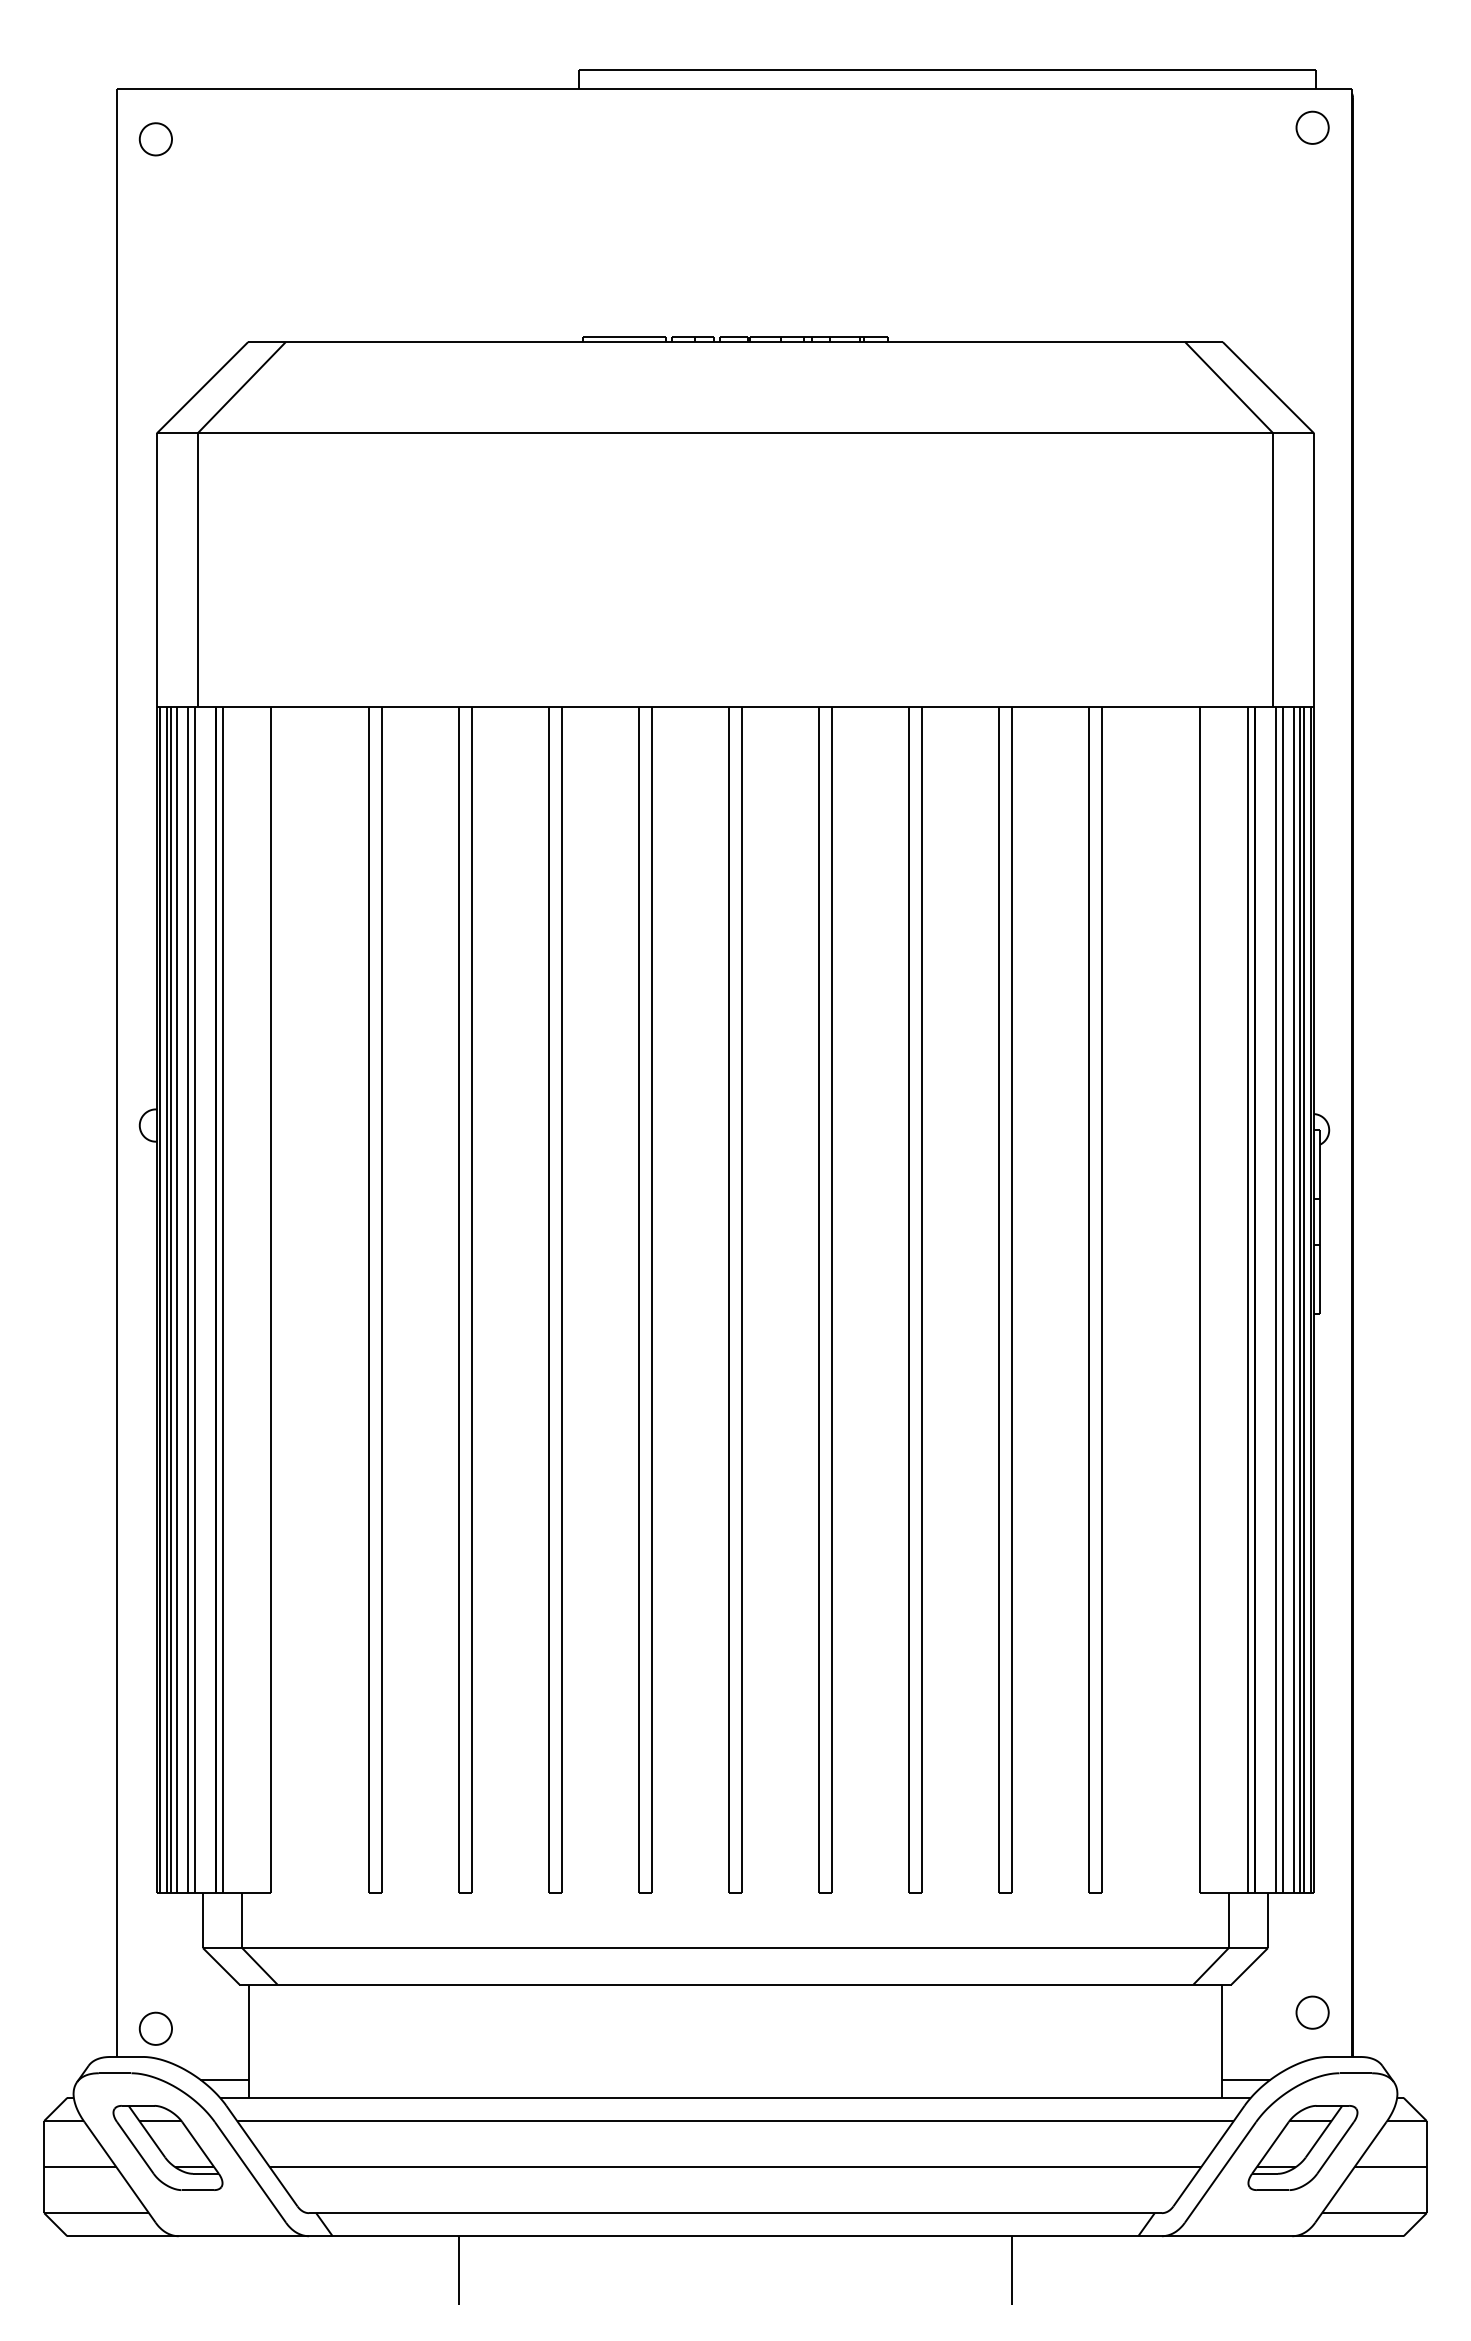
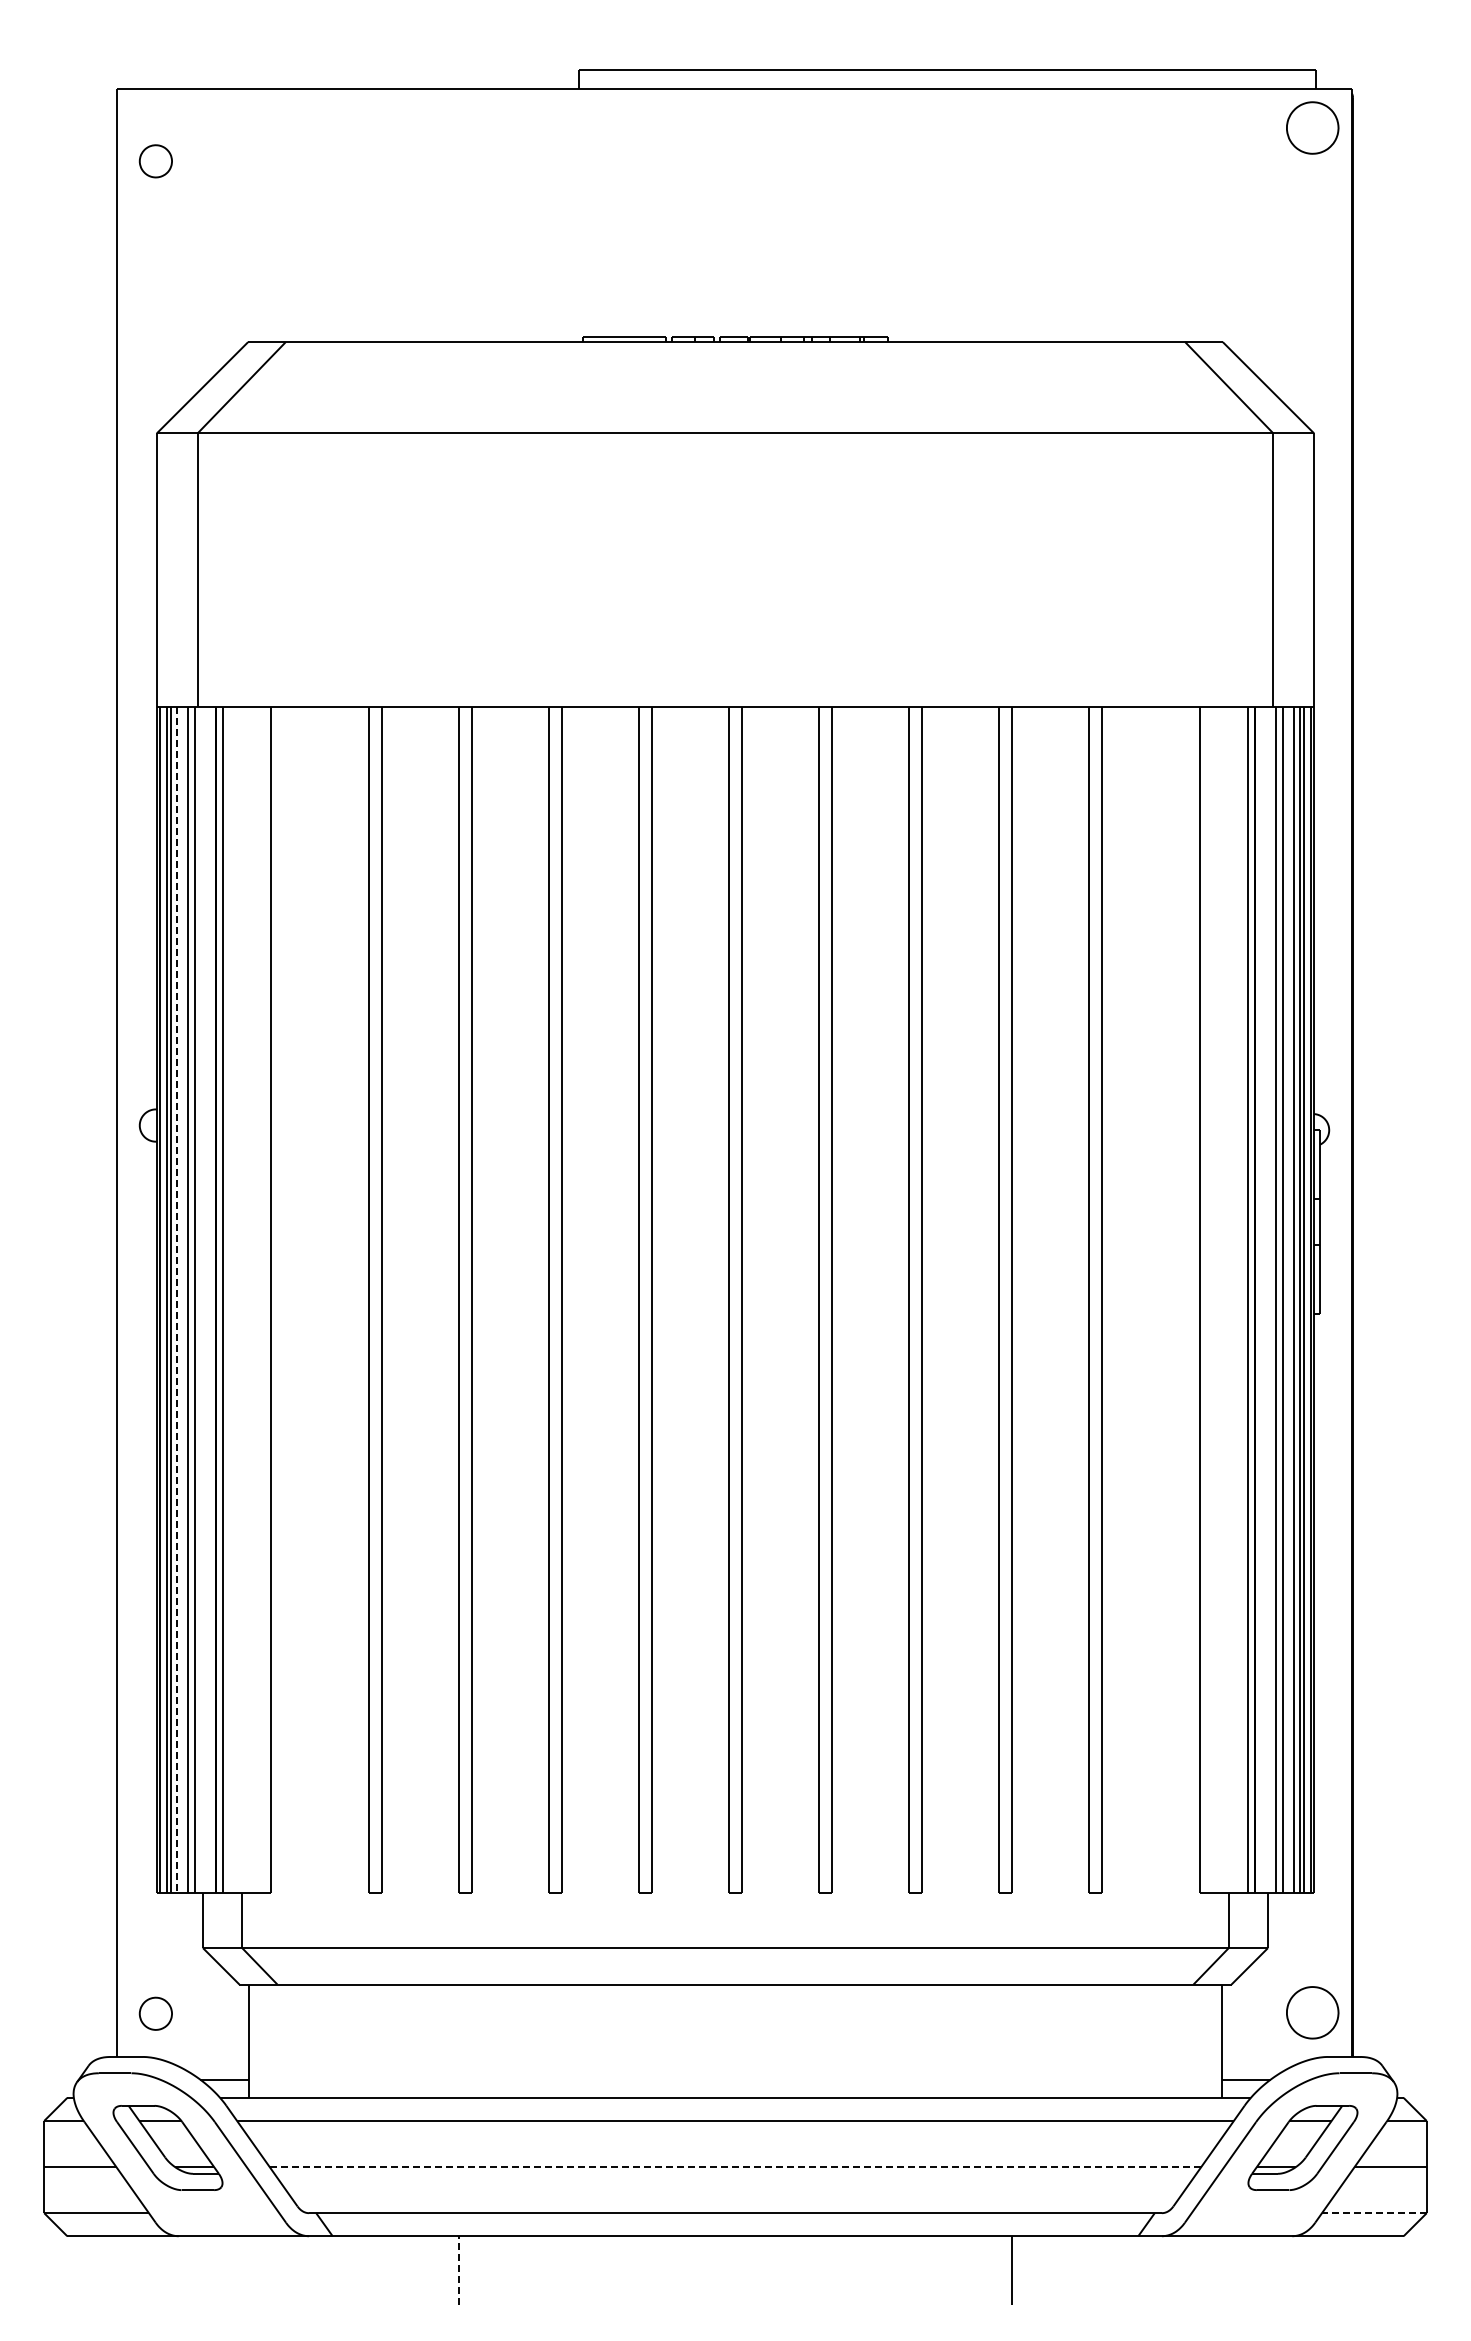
part at (1312, 127) size: 35x35 px -> 54x54 px
part at (155, 139) position: (155, 139) -> (155, 161)
line at (177, 1300): solid -> dashed
part at (1312, 2012) size: 35x35 px -> 54x54 px
part at (155, 2028) position: (155, 2028) -> (155, 2013)
line at (735, 2167): solid -> dashed
line at (1373, 2213): solid -> dashed
line at (458, 2270): solid -> dashed
